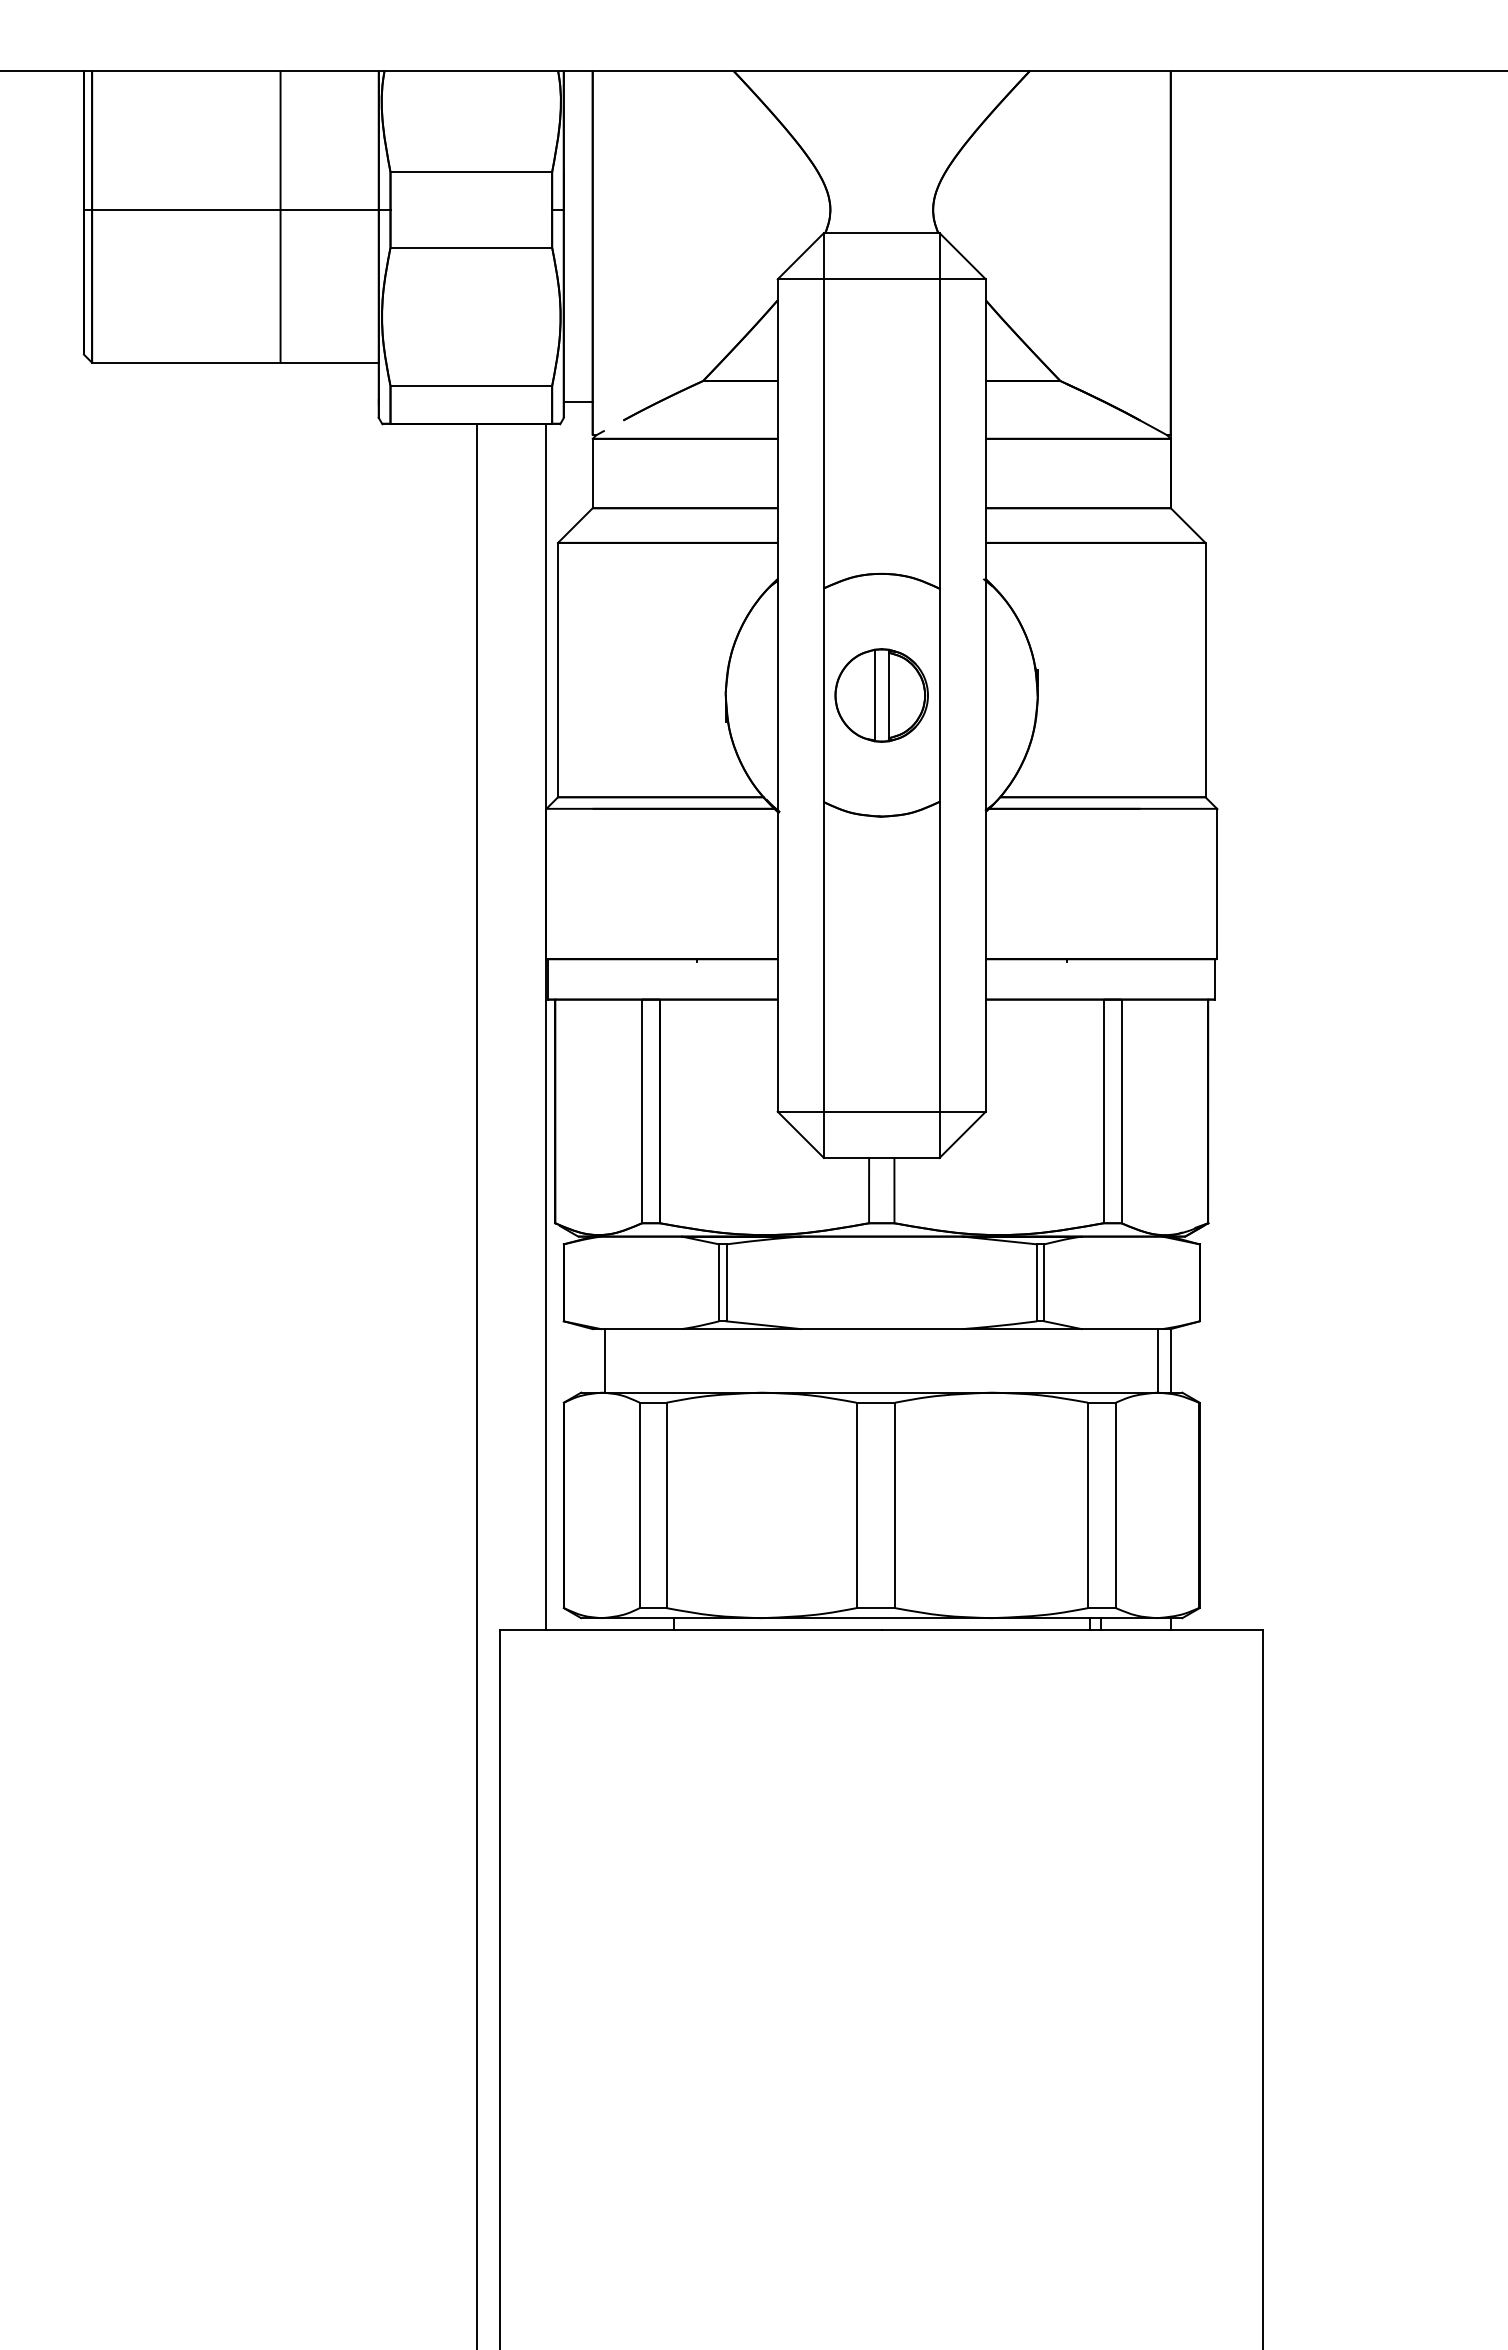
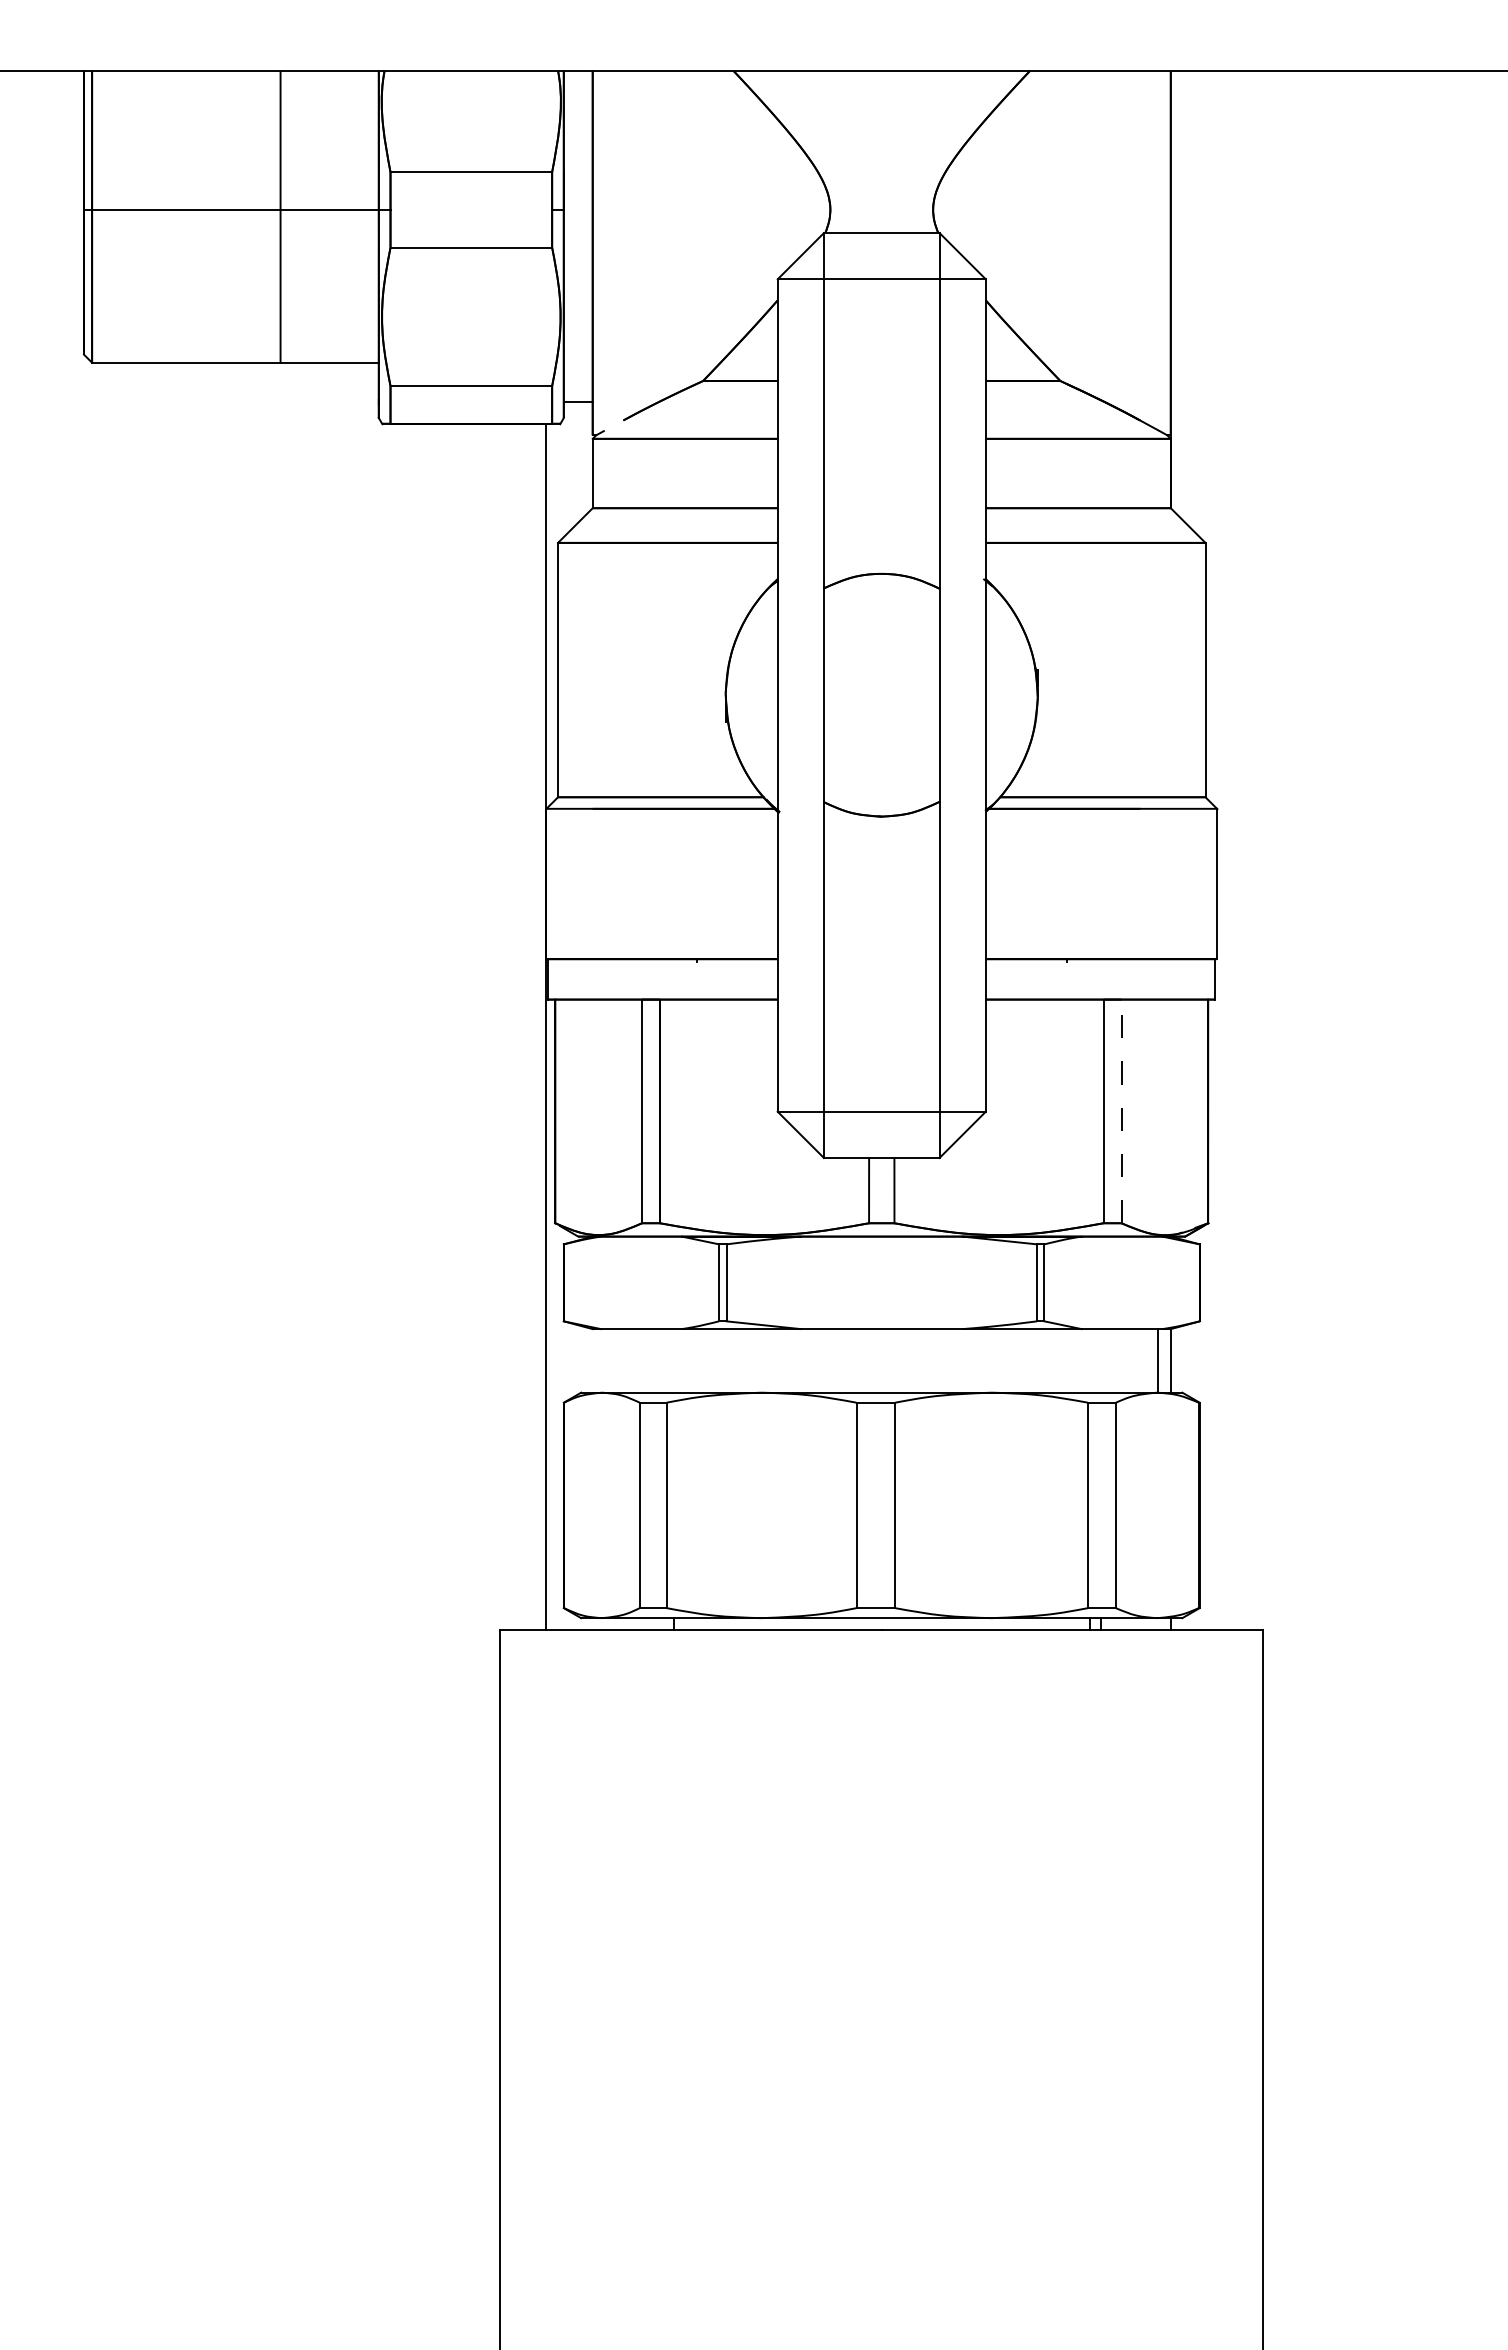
part at (881, 695): present -> none
line at (1121, 1111): solid -> dashed
line at (605, 1360): present -> none
line at (477, 1384): present -> none
